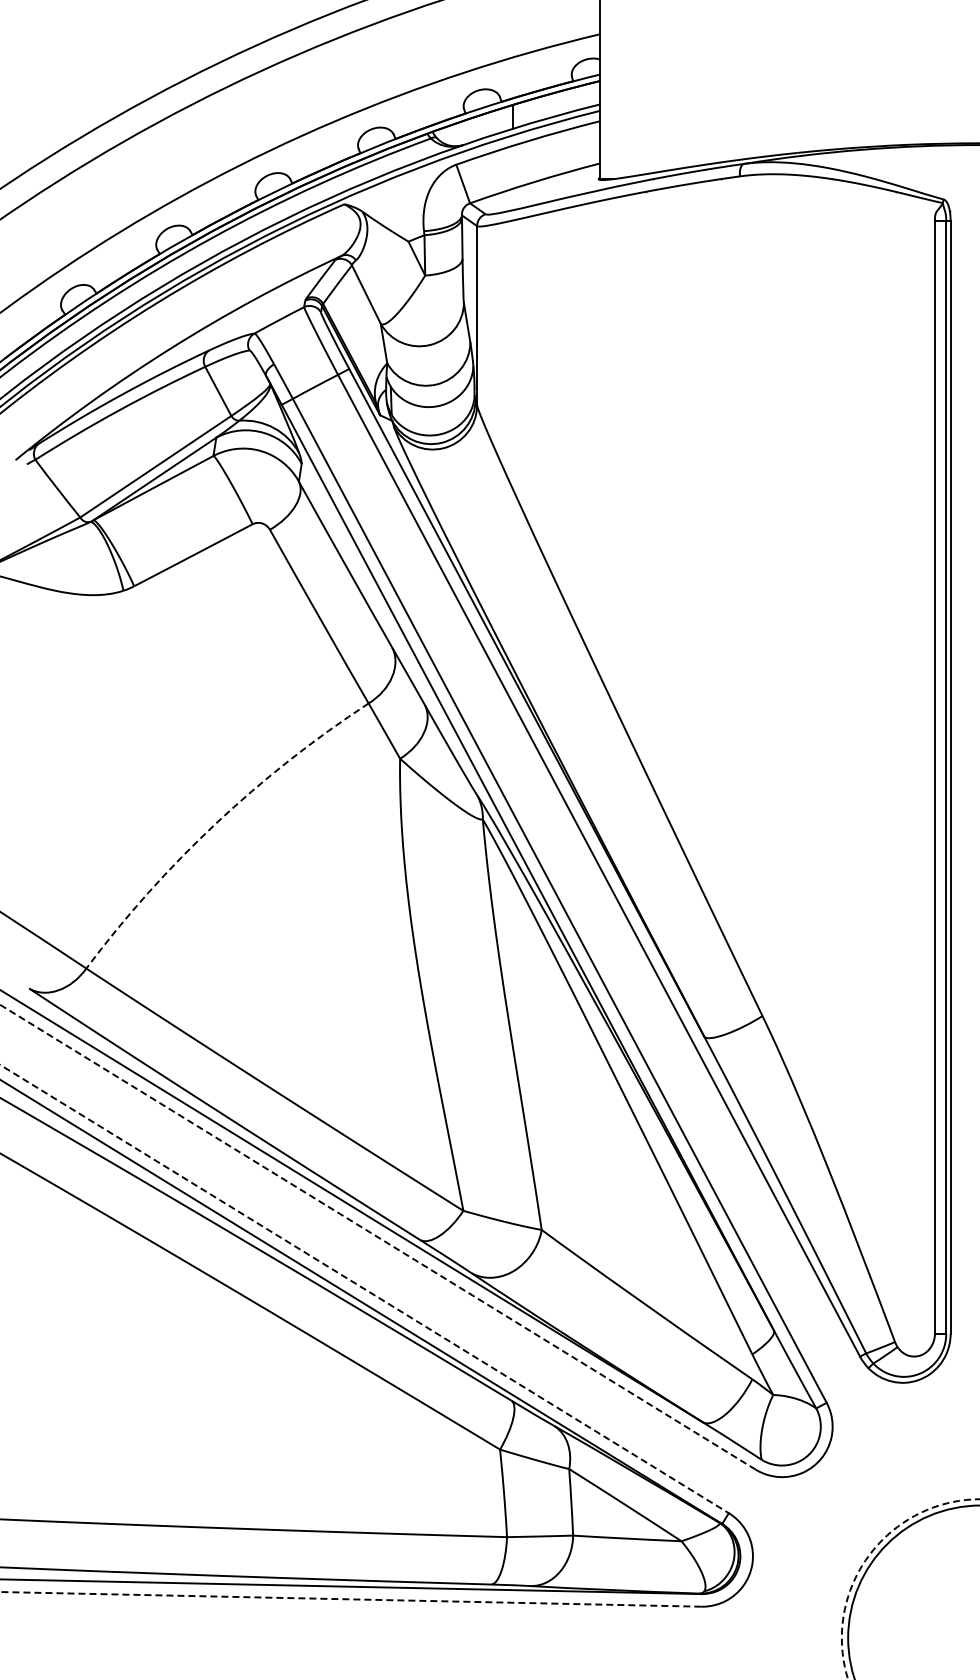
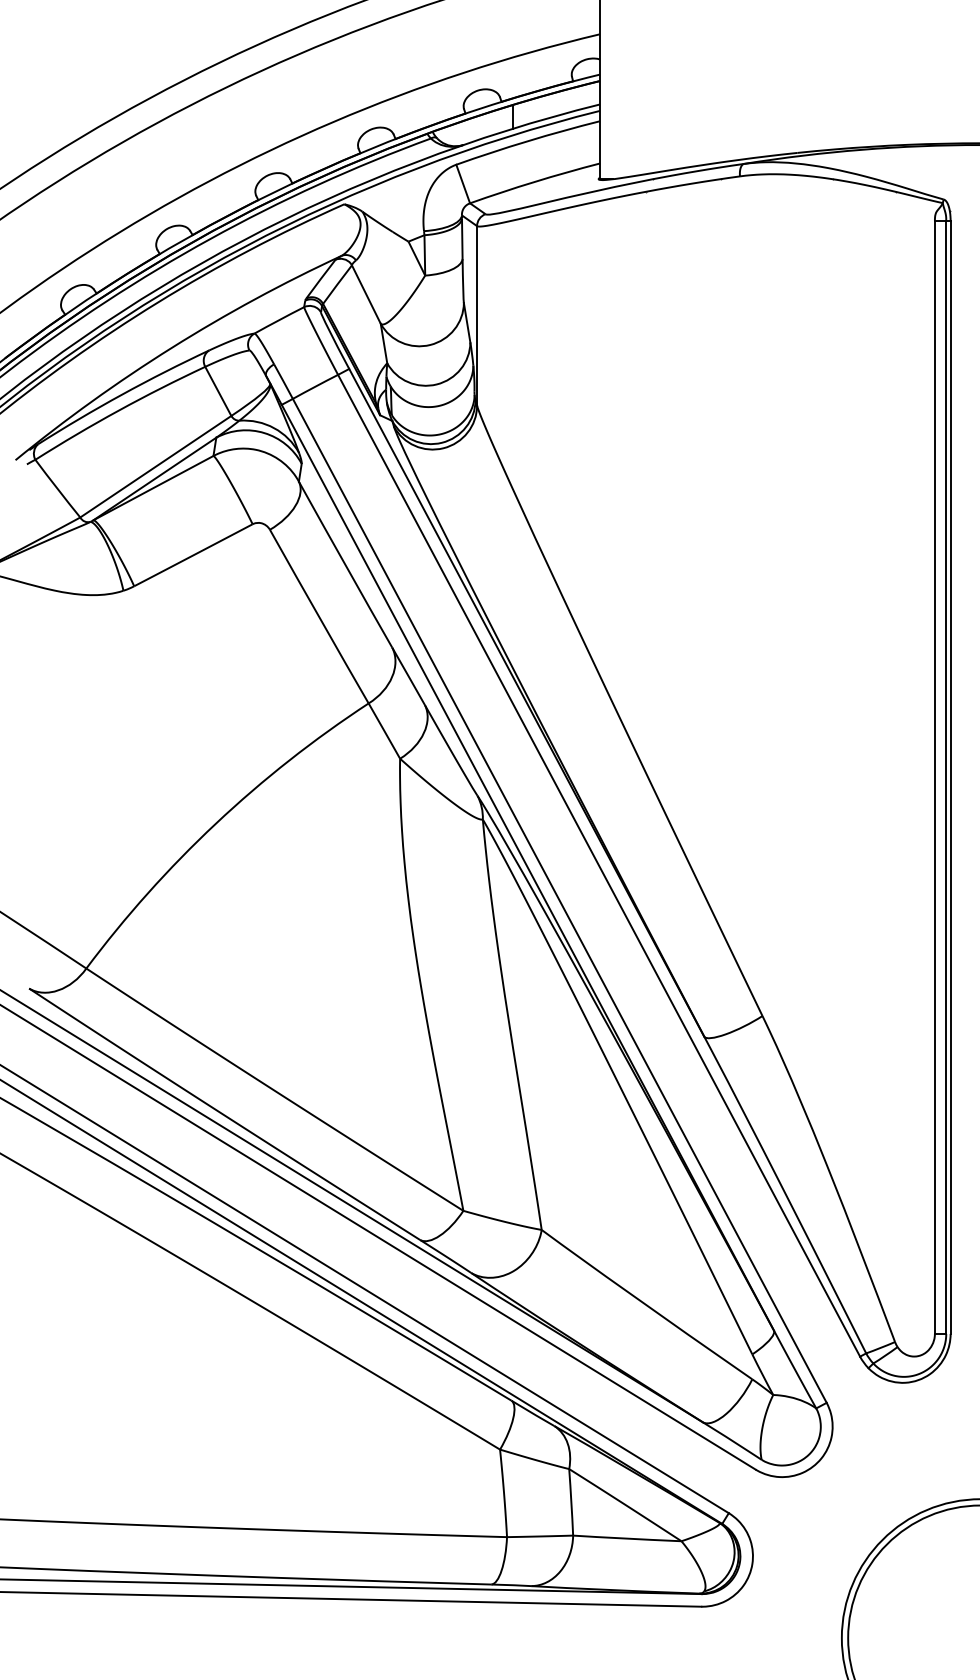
arc at (215, 823): dashed -> solid
line at (377, 1237): dashed -> solid
line at (364, 1289): dashed -> solid
circle at (910, 1589): dashed -> solid
line at (350, 1599): dashed -> solid
